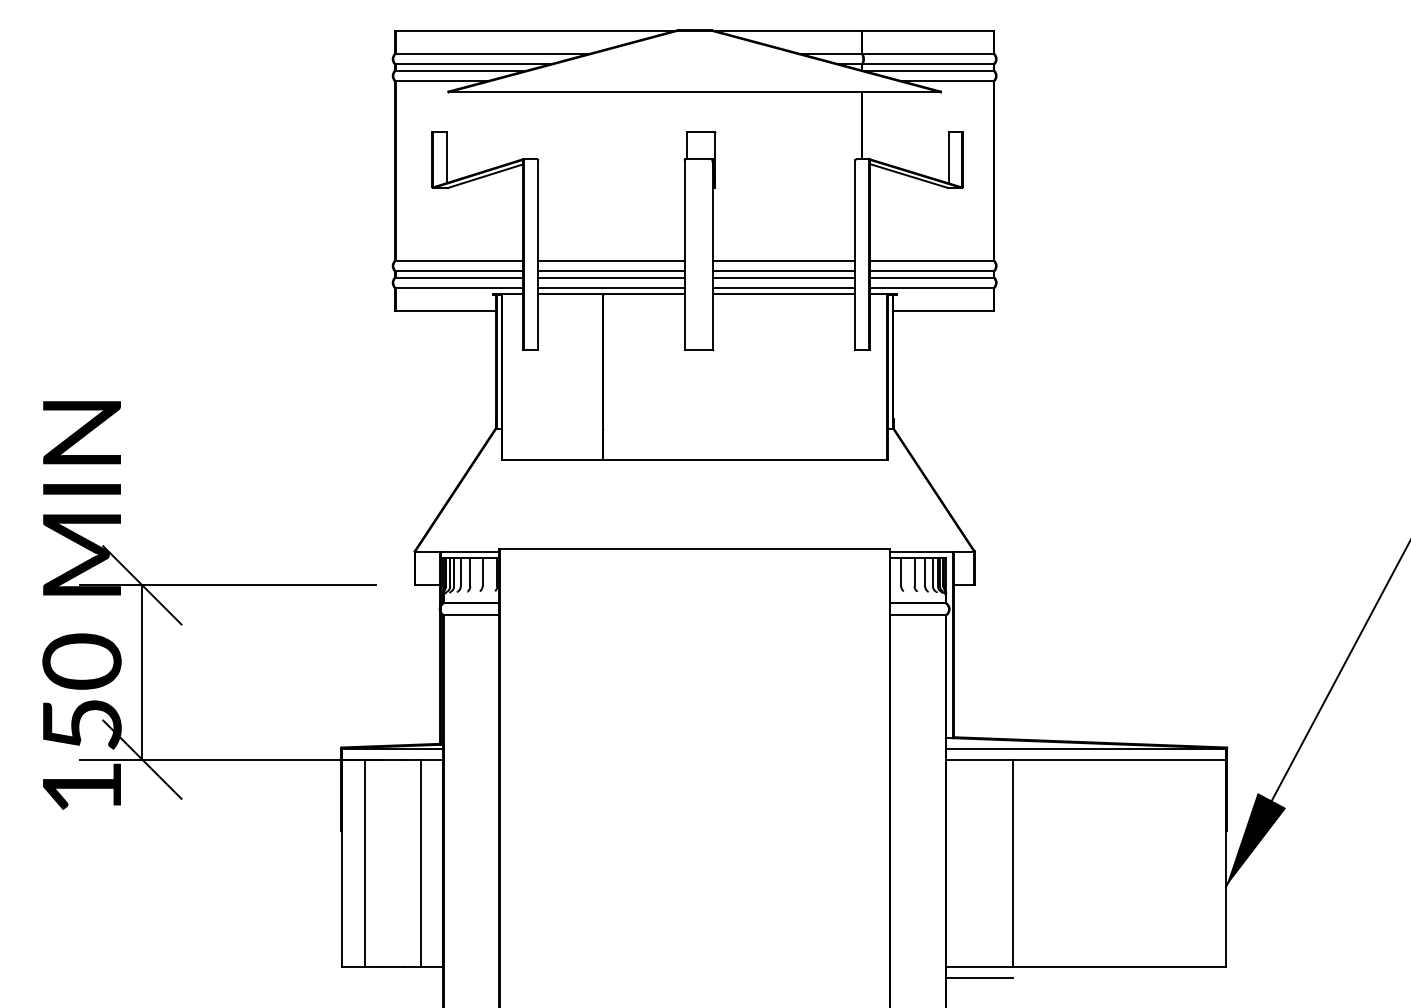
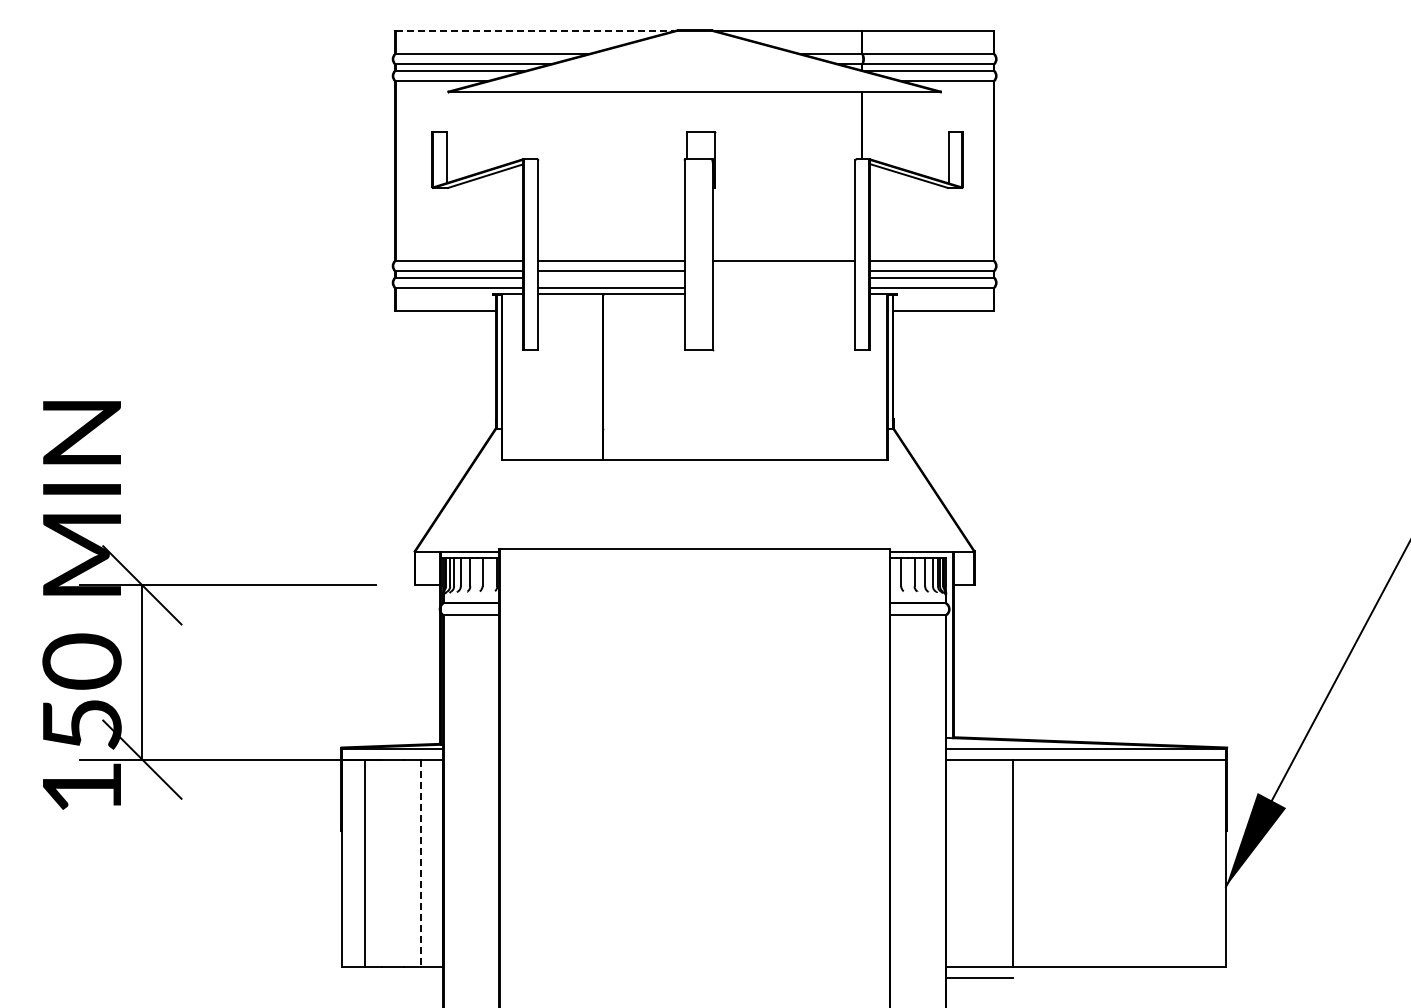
line at (535, 31): solid -> dashed
line at (783, 270): present -> none
line at (611, 277): present -> none
line at (783, 277): present -> none
line at (783, 287): present -> none
line at (783, 294): present -> none
line at (420, 863): solid -> dashed
